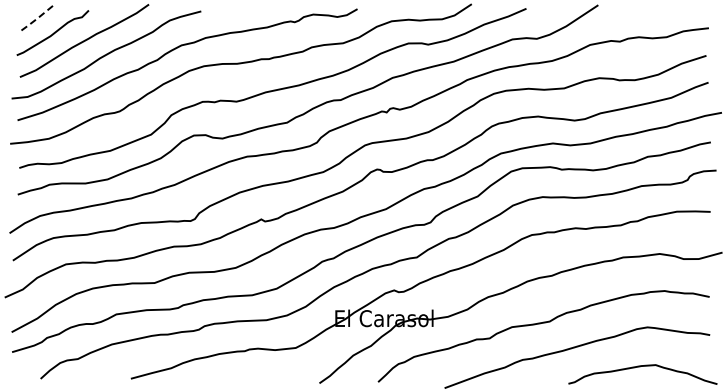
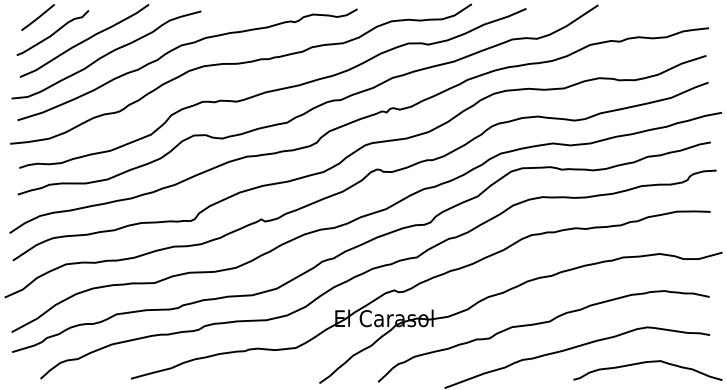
line at (38, 18): dashed -> solid
curve at (640, 367) position: (640, 367) -> (645, 363)
